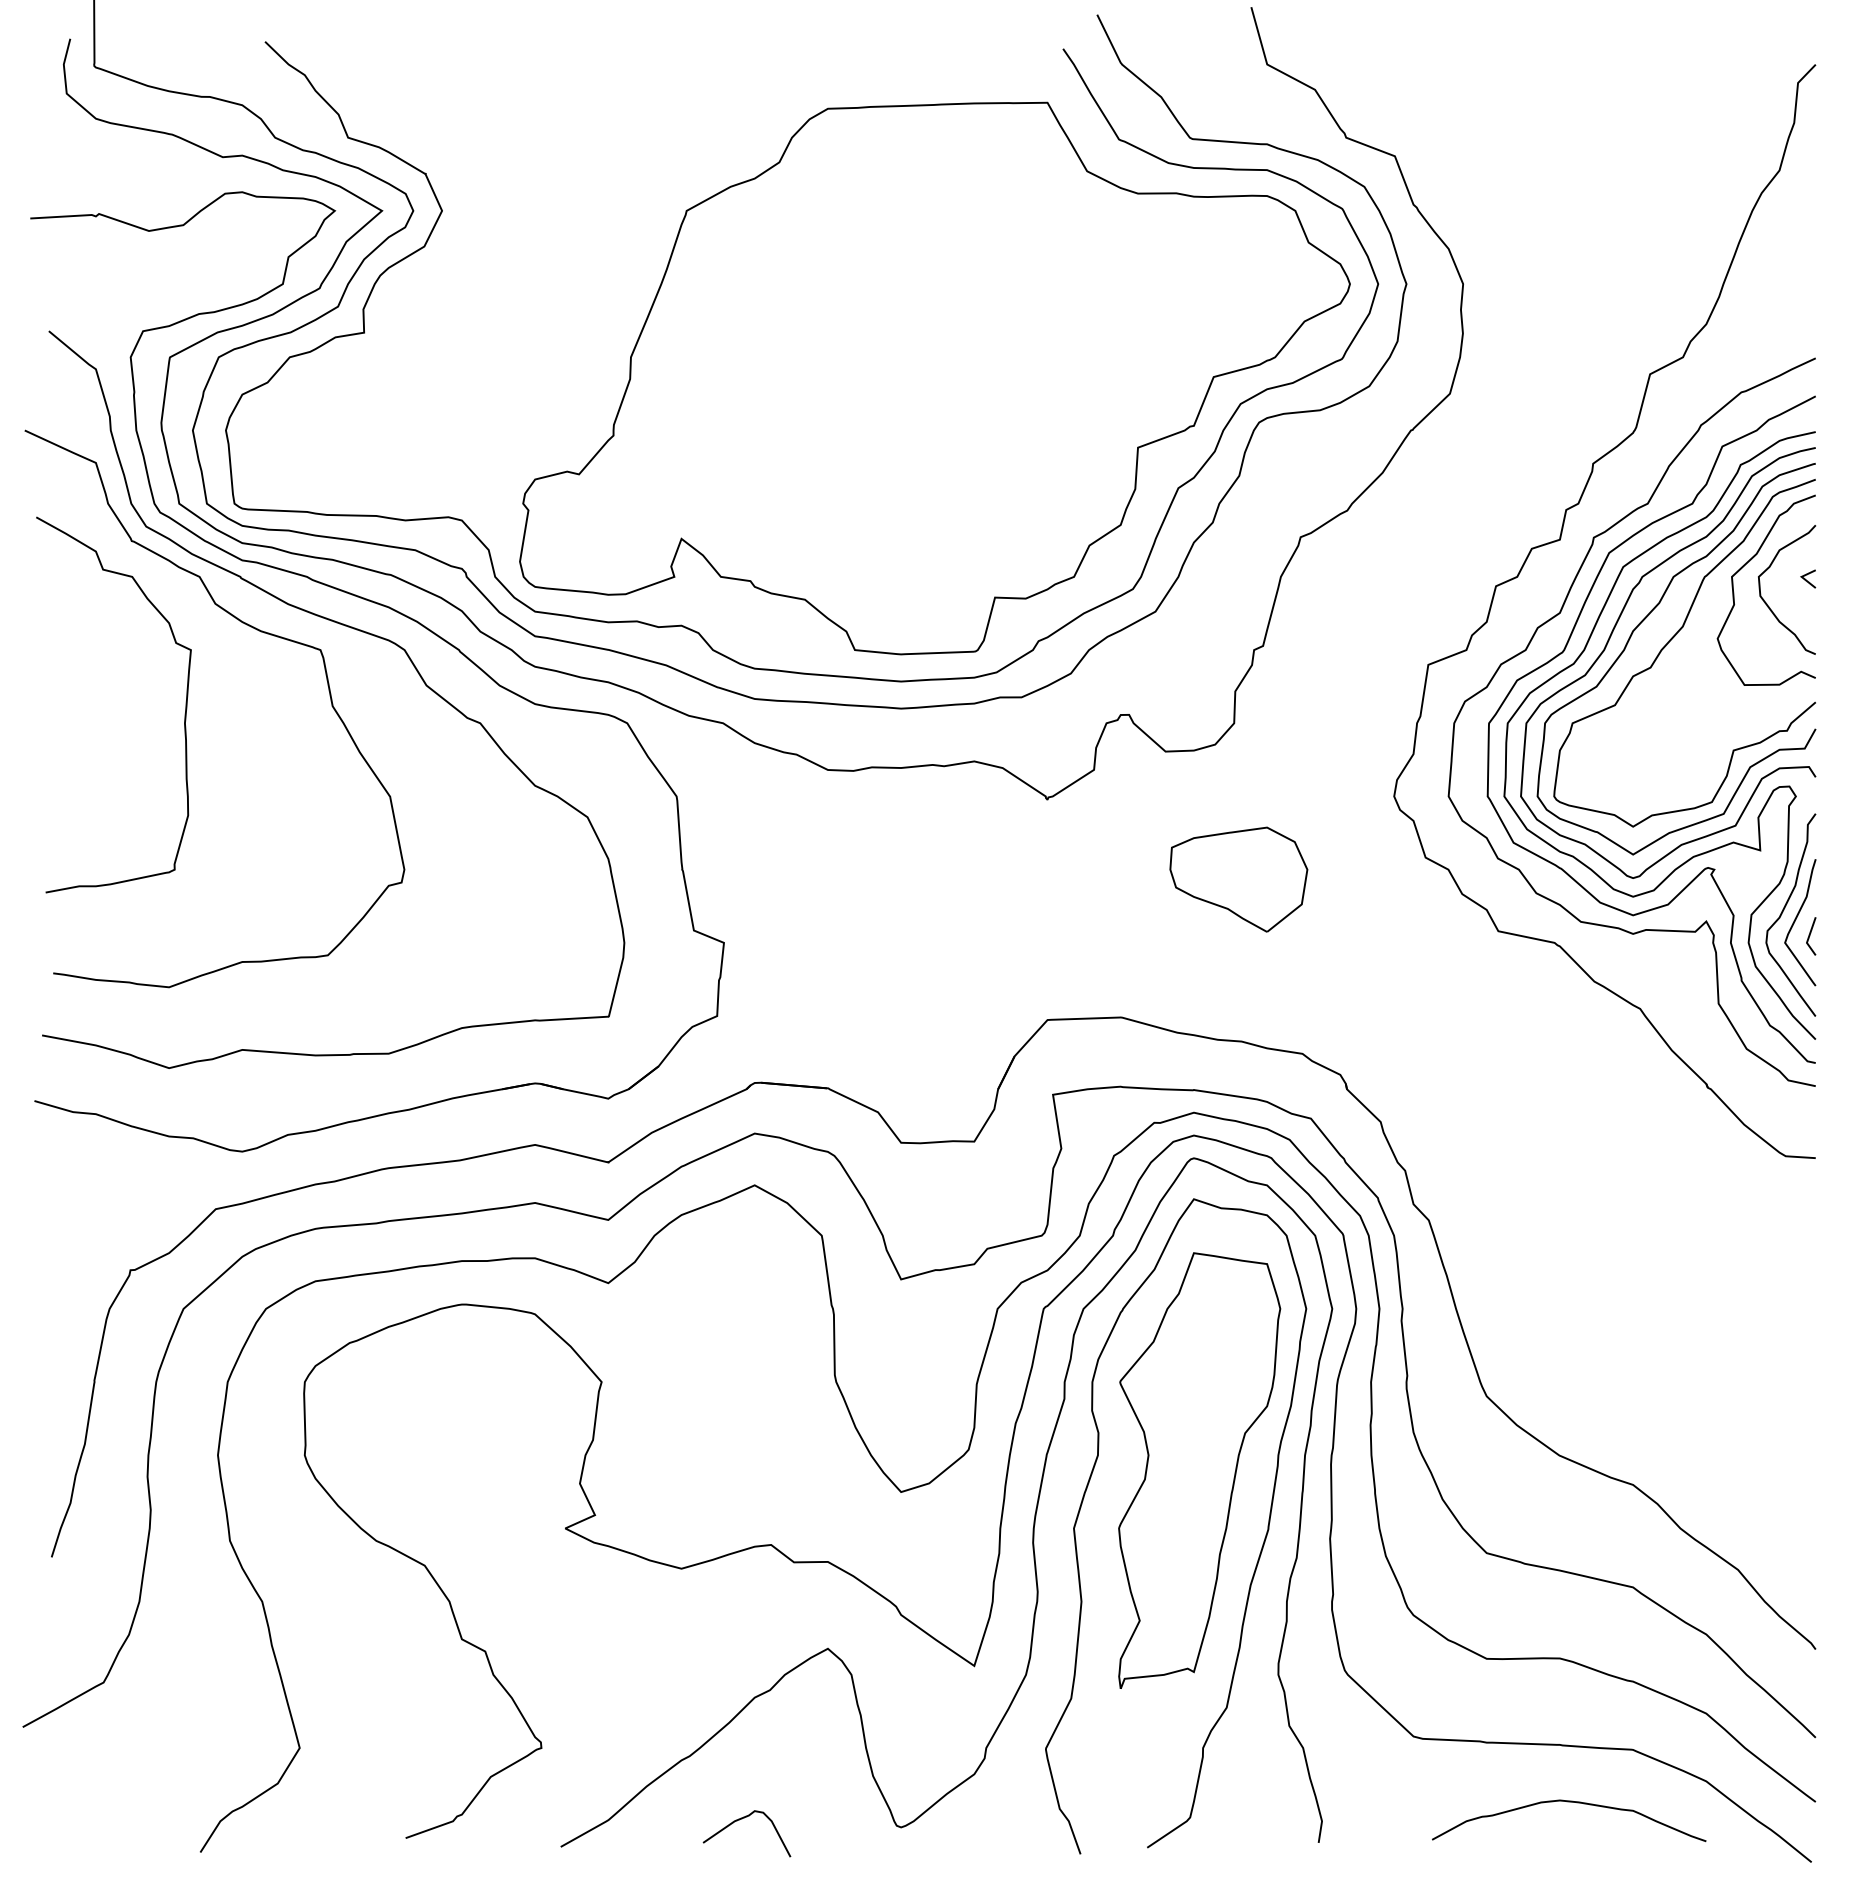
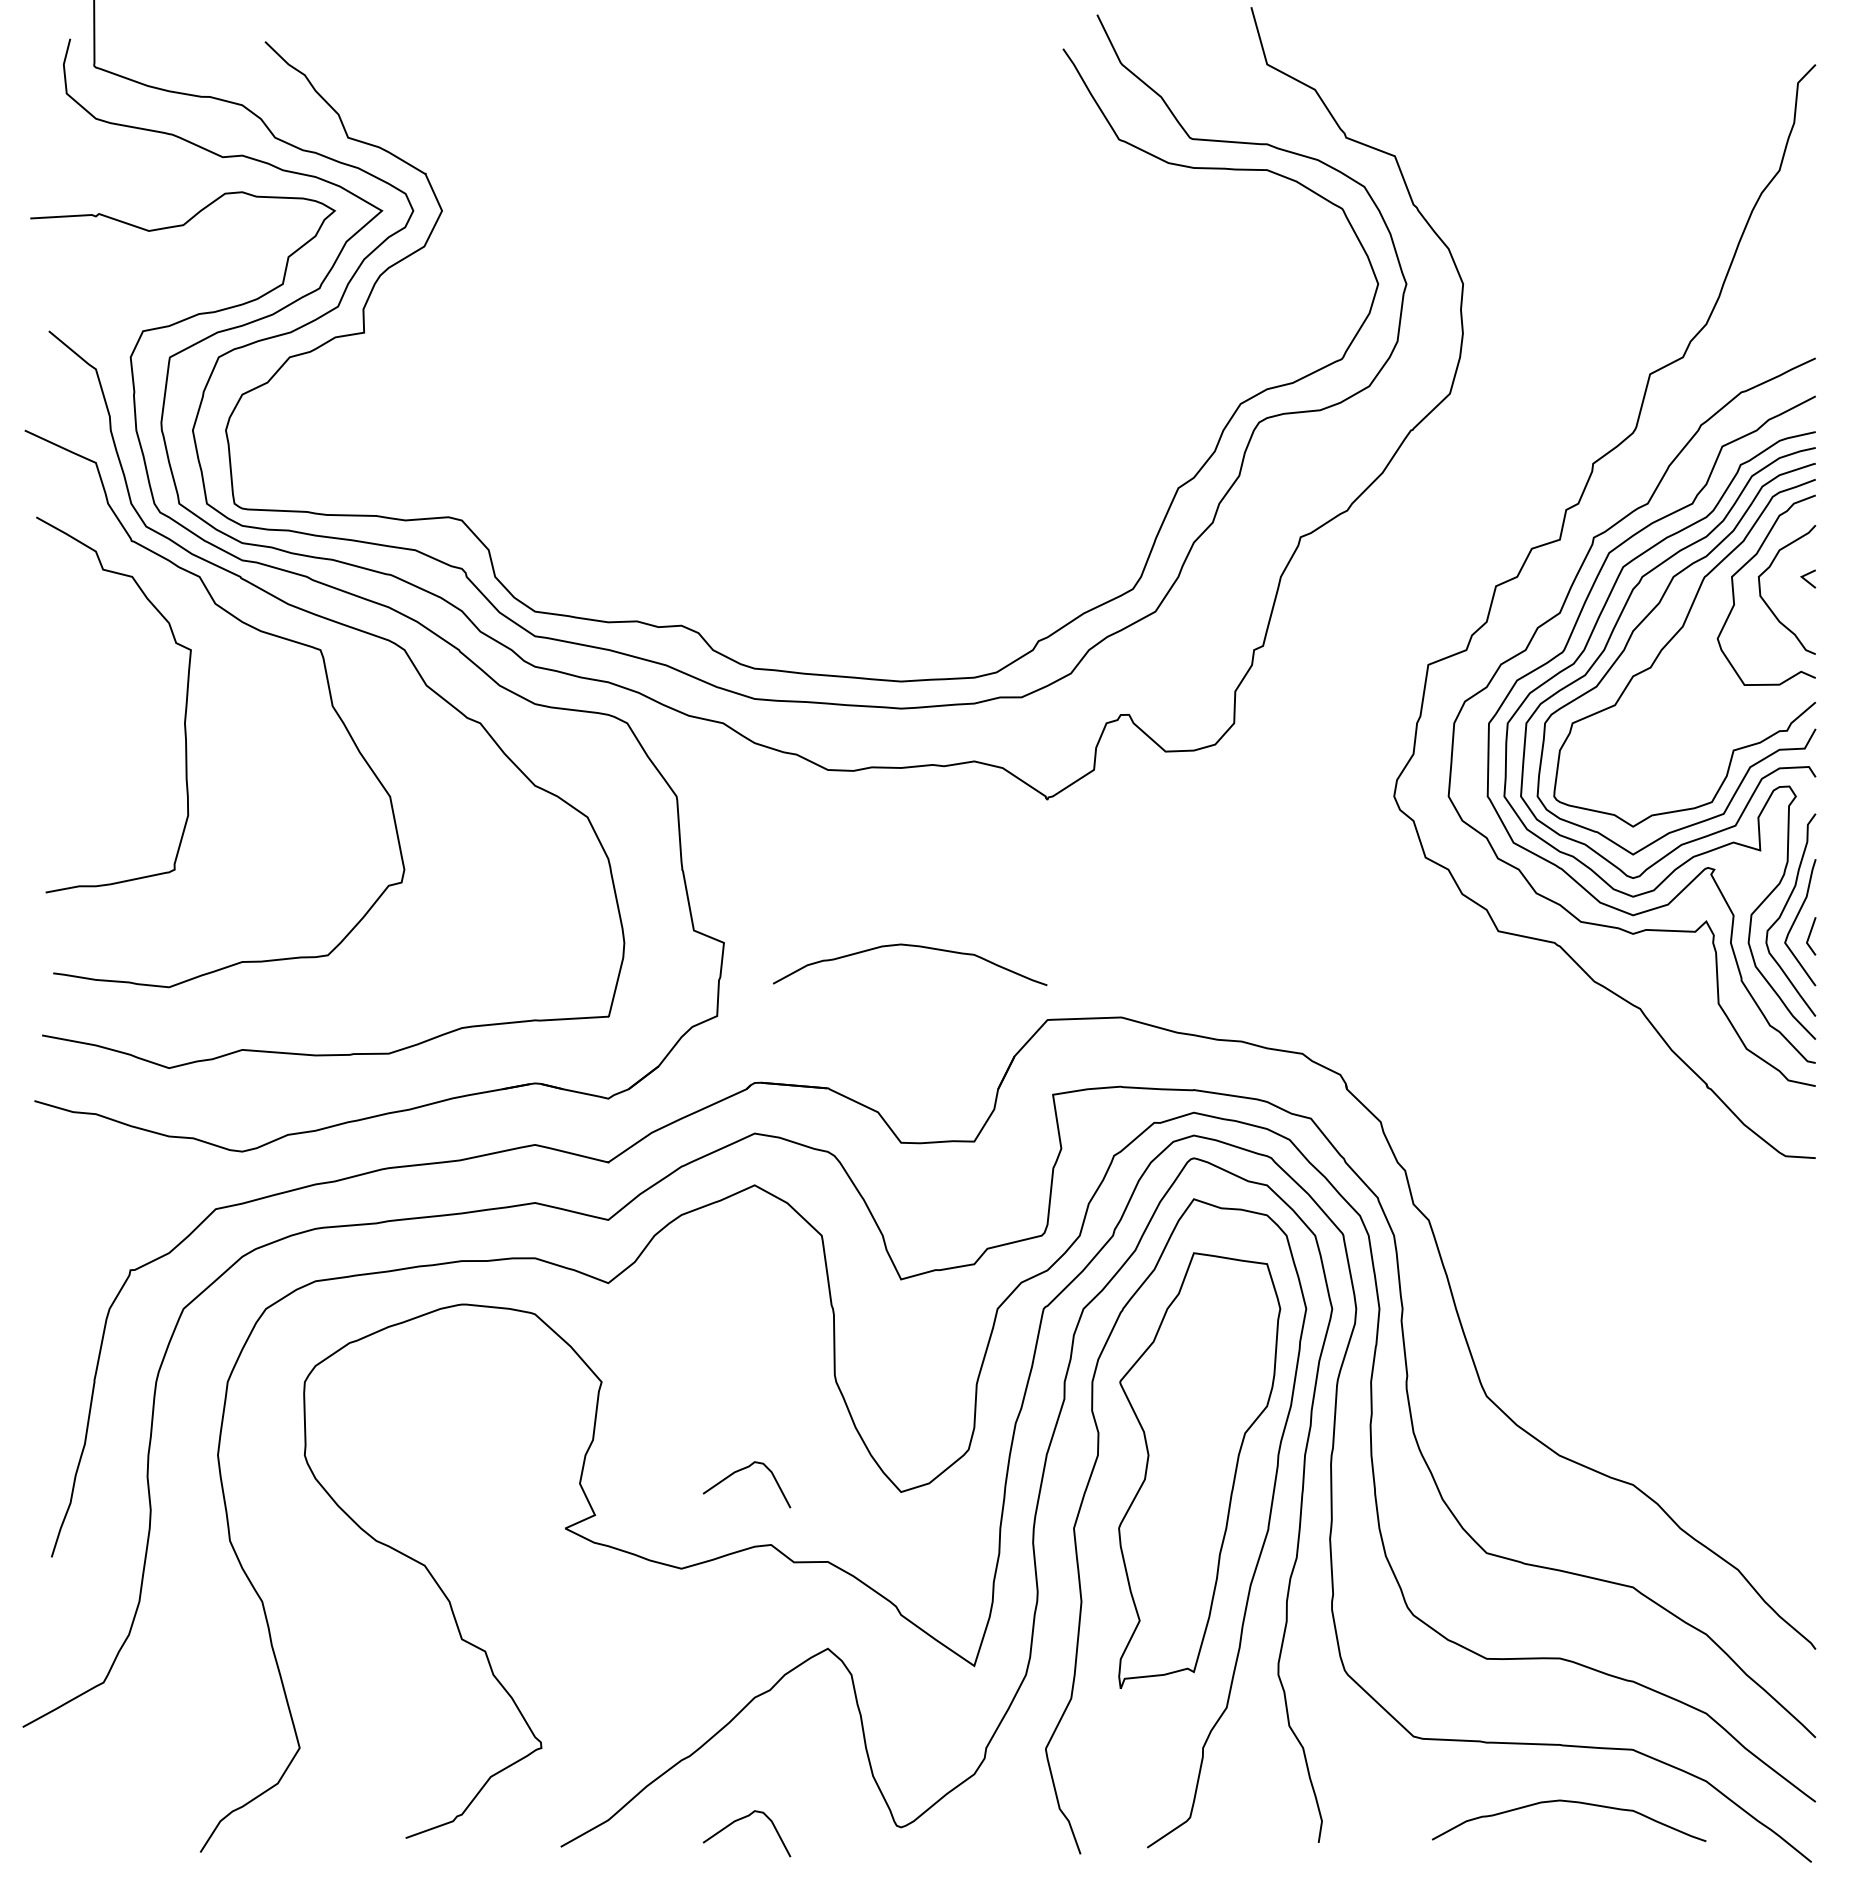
part at (934, 378): present -> none
part at (1238, 879): present -> none
curve at (910, 946): none -> present
curve at (742, 1470): none -> present
